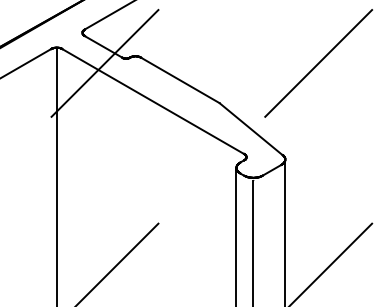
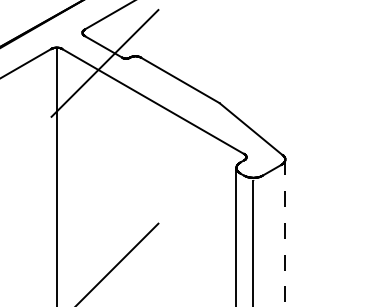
line at (318, 63): present -> none
line at (285, 233): solid -> dashed
line at (332, 263): present -> none
